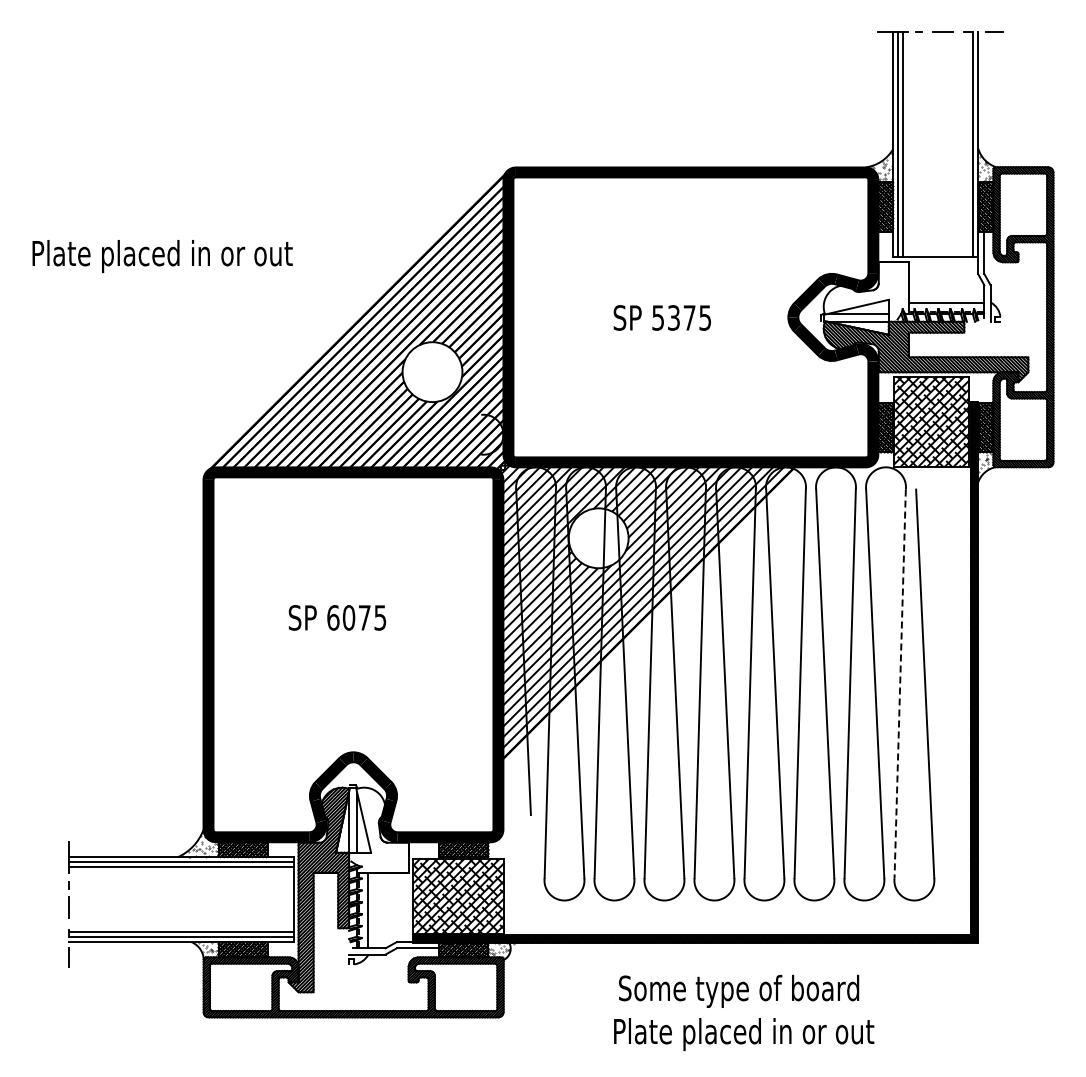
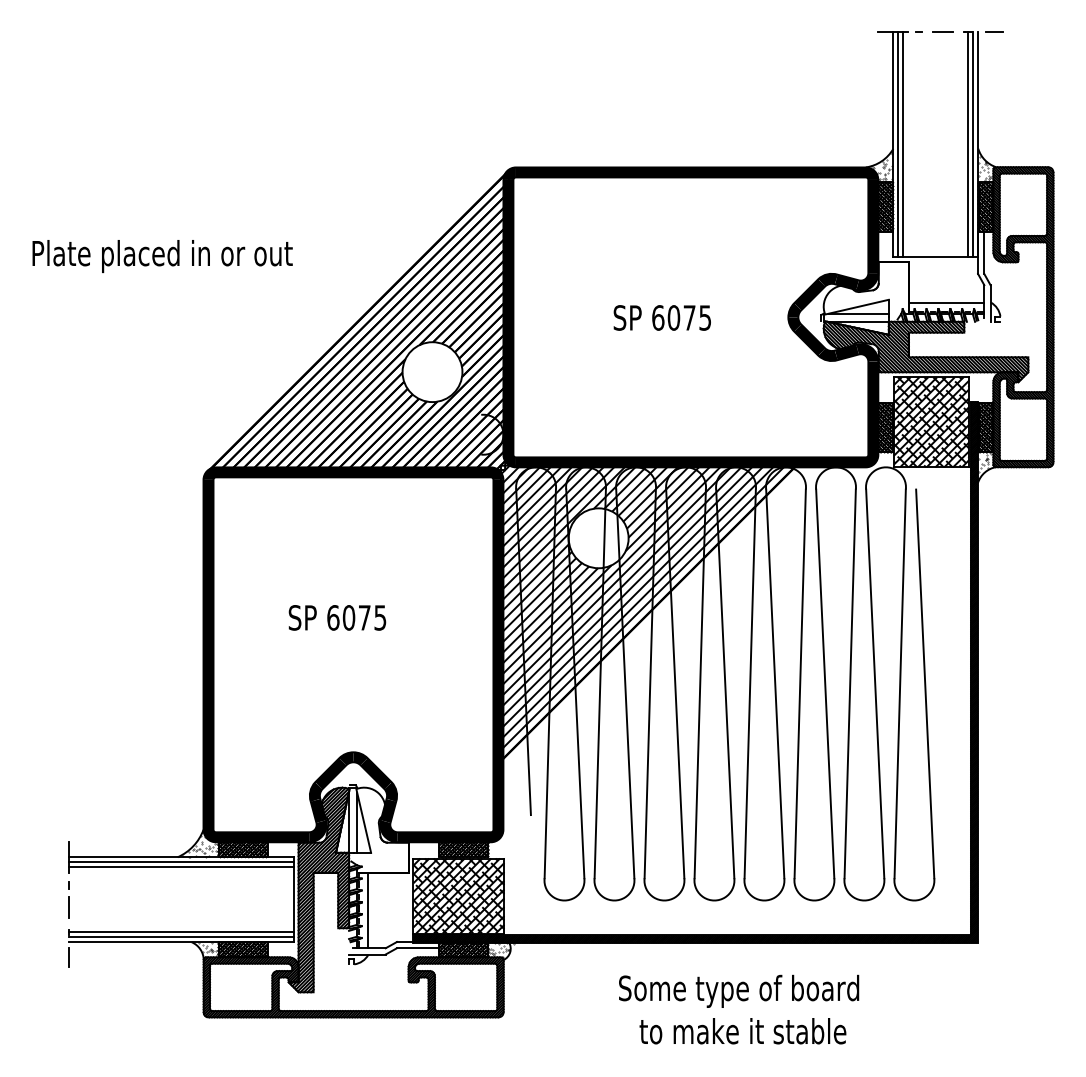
line at (968, 144): none -> present
text at (666, 317): 5375 -> 6075
line at (900, 684): dashed -> solid
text at (744, 1034): Plate placed in or out -> to make it stable
